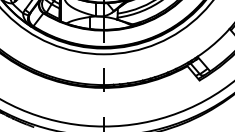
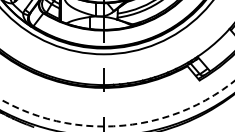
arc at (121, 125): solid -> dashed
